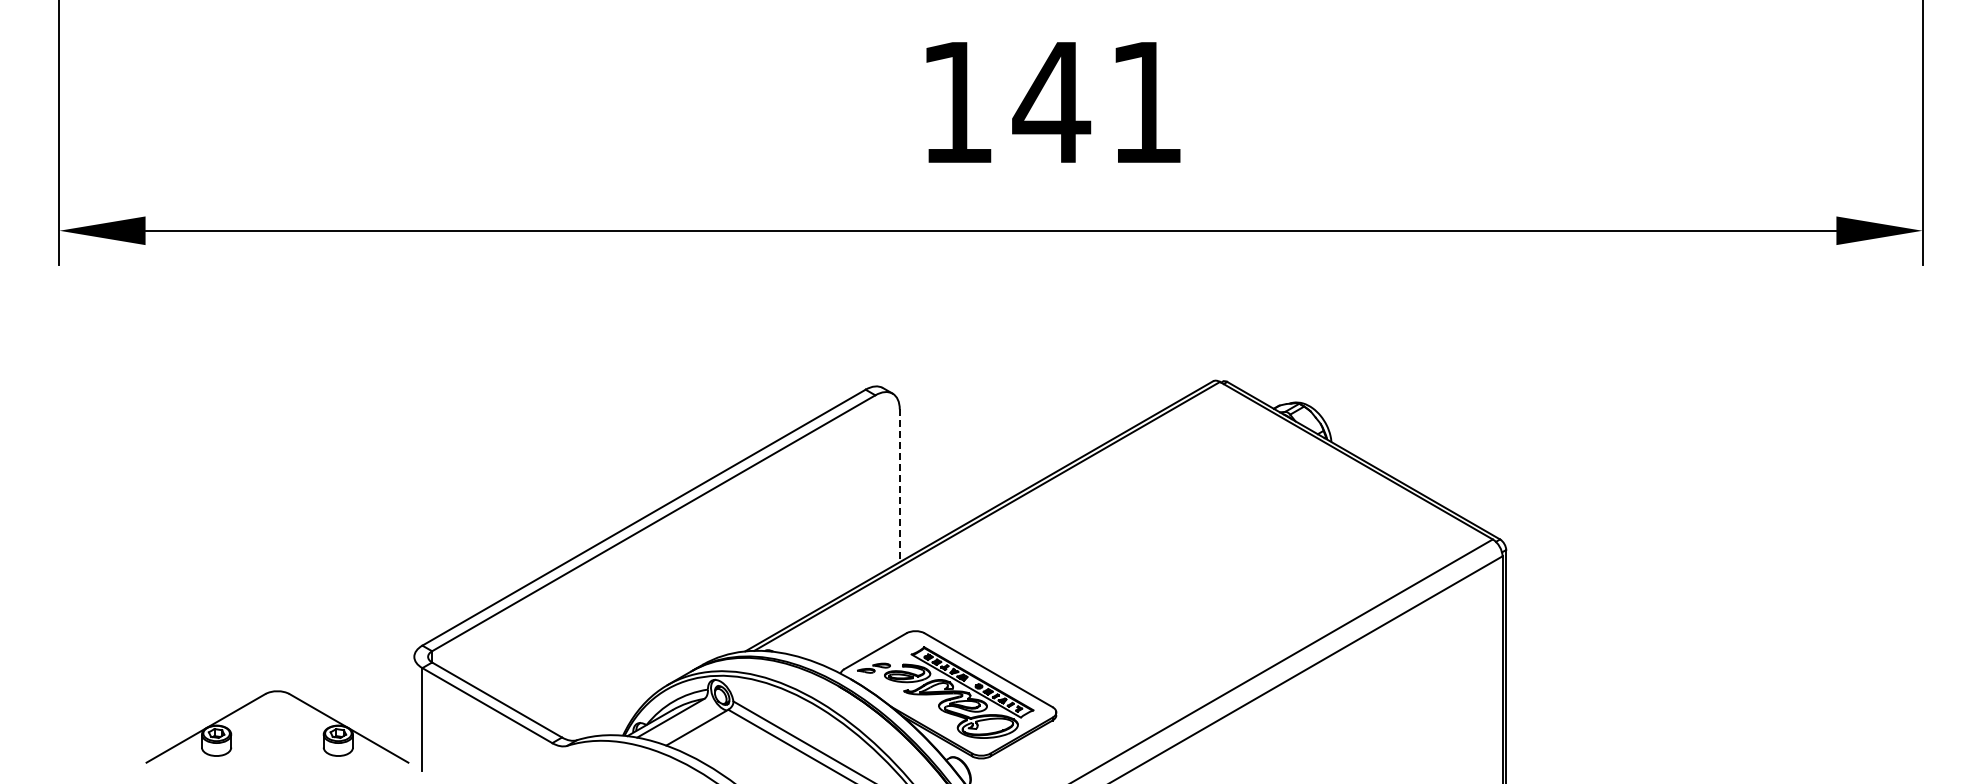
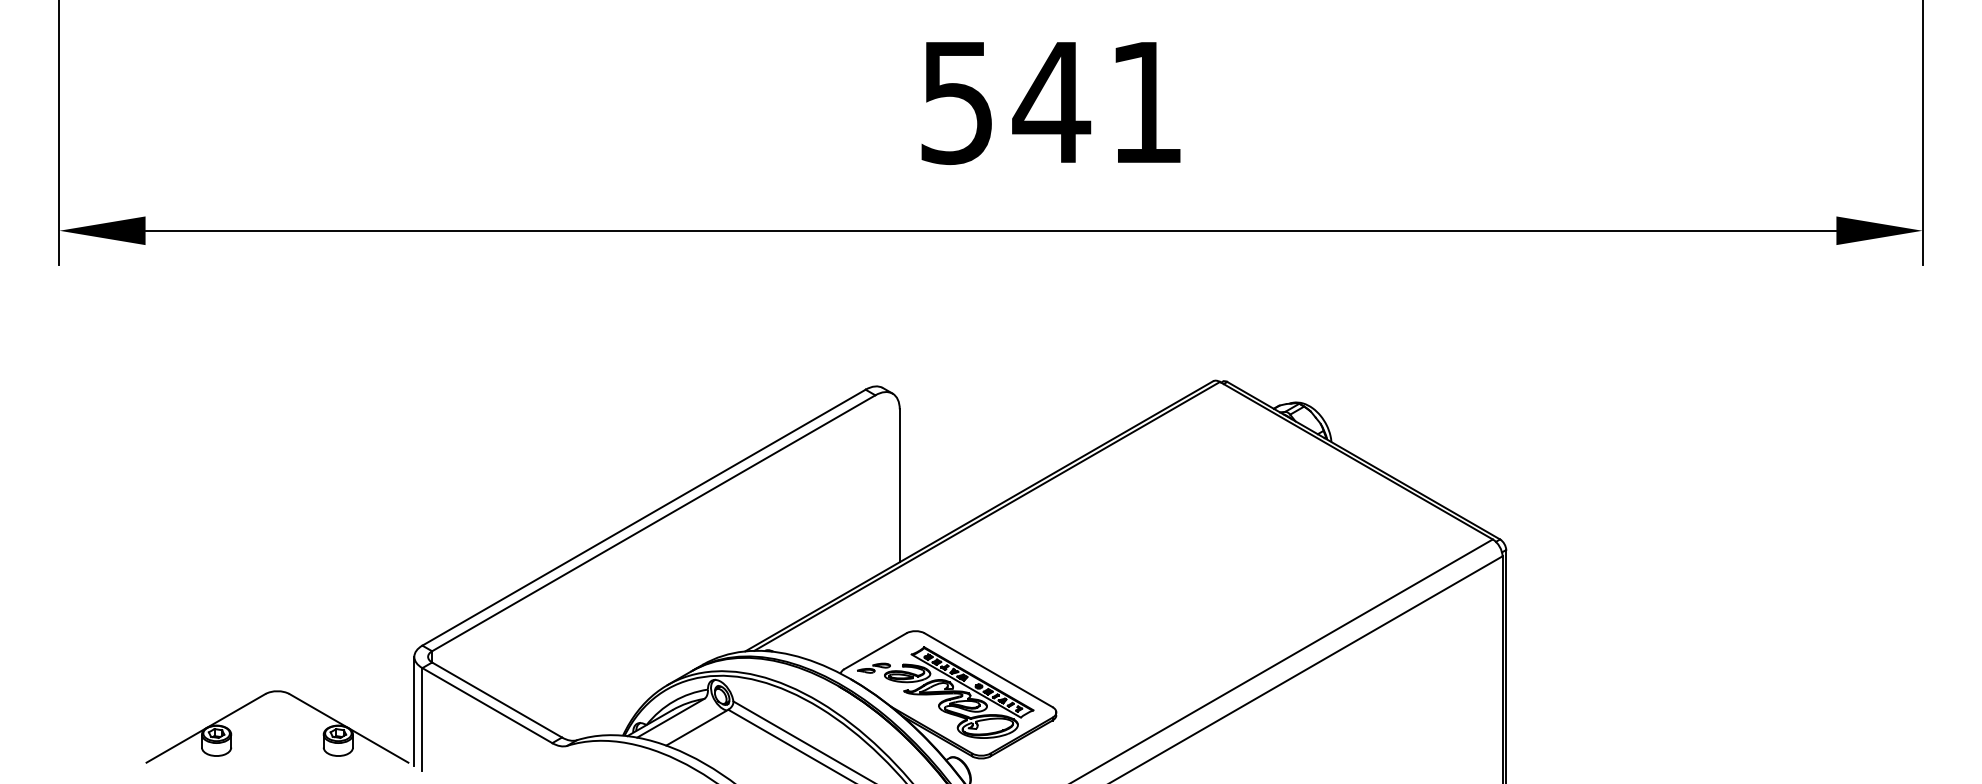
text at (956, 103): 141 -> 541
line at (899, 486): dashed -> solid
line at (414, 711): none -> present
